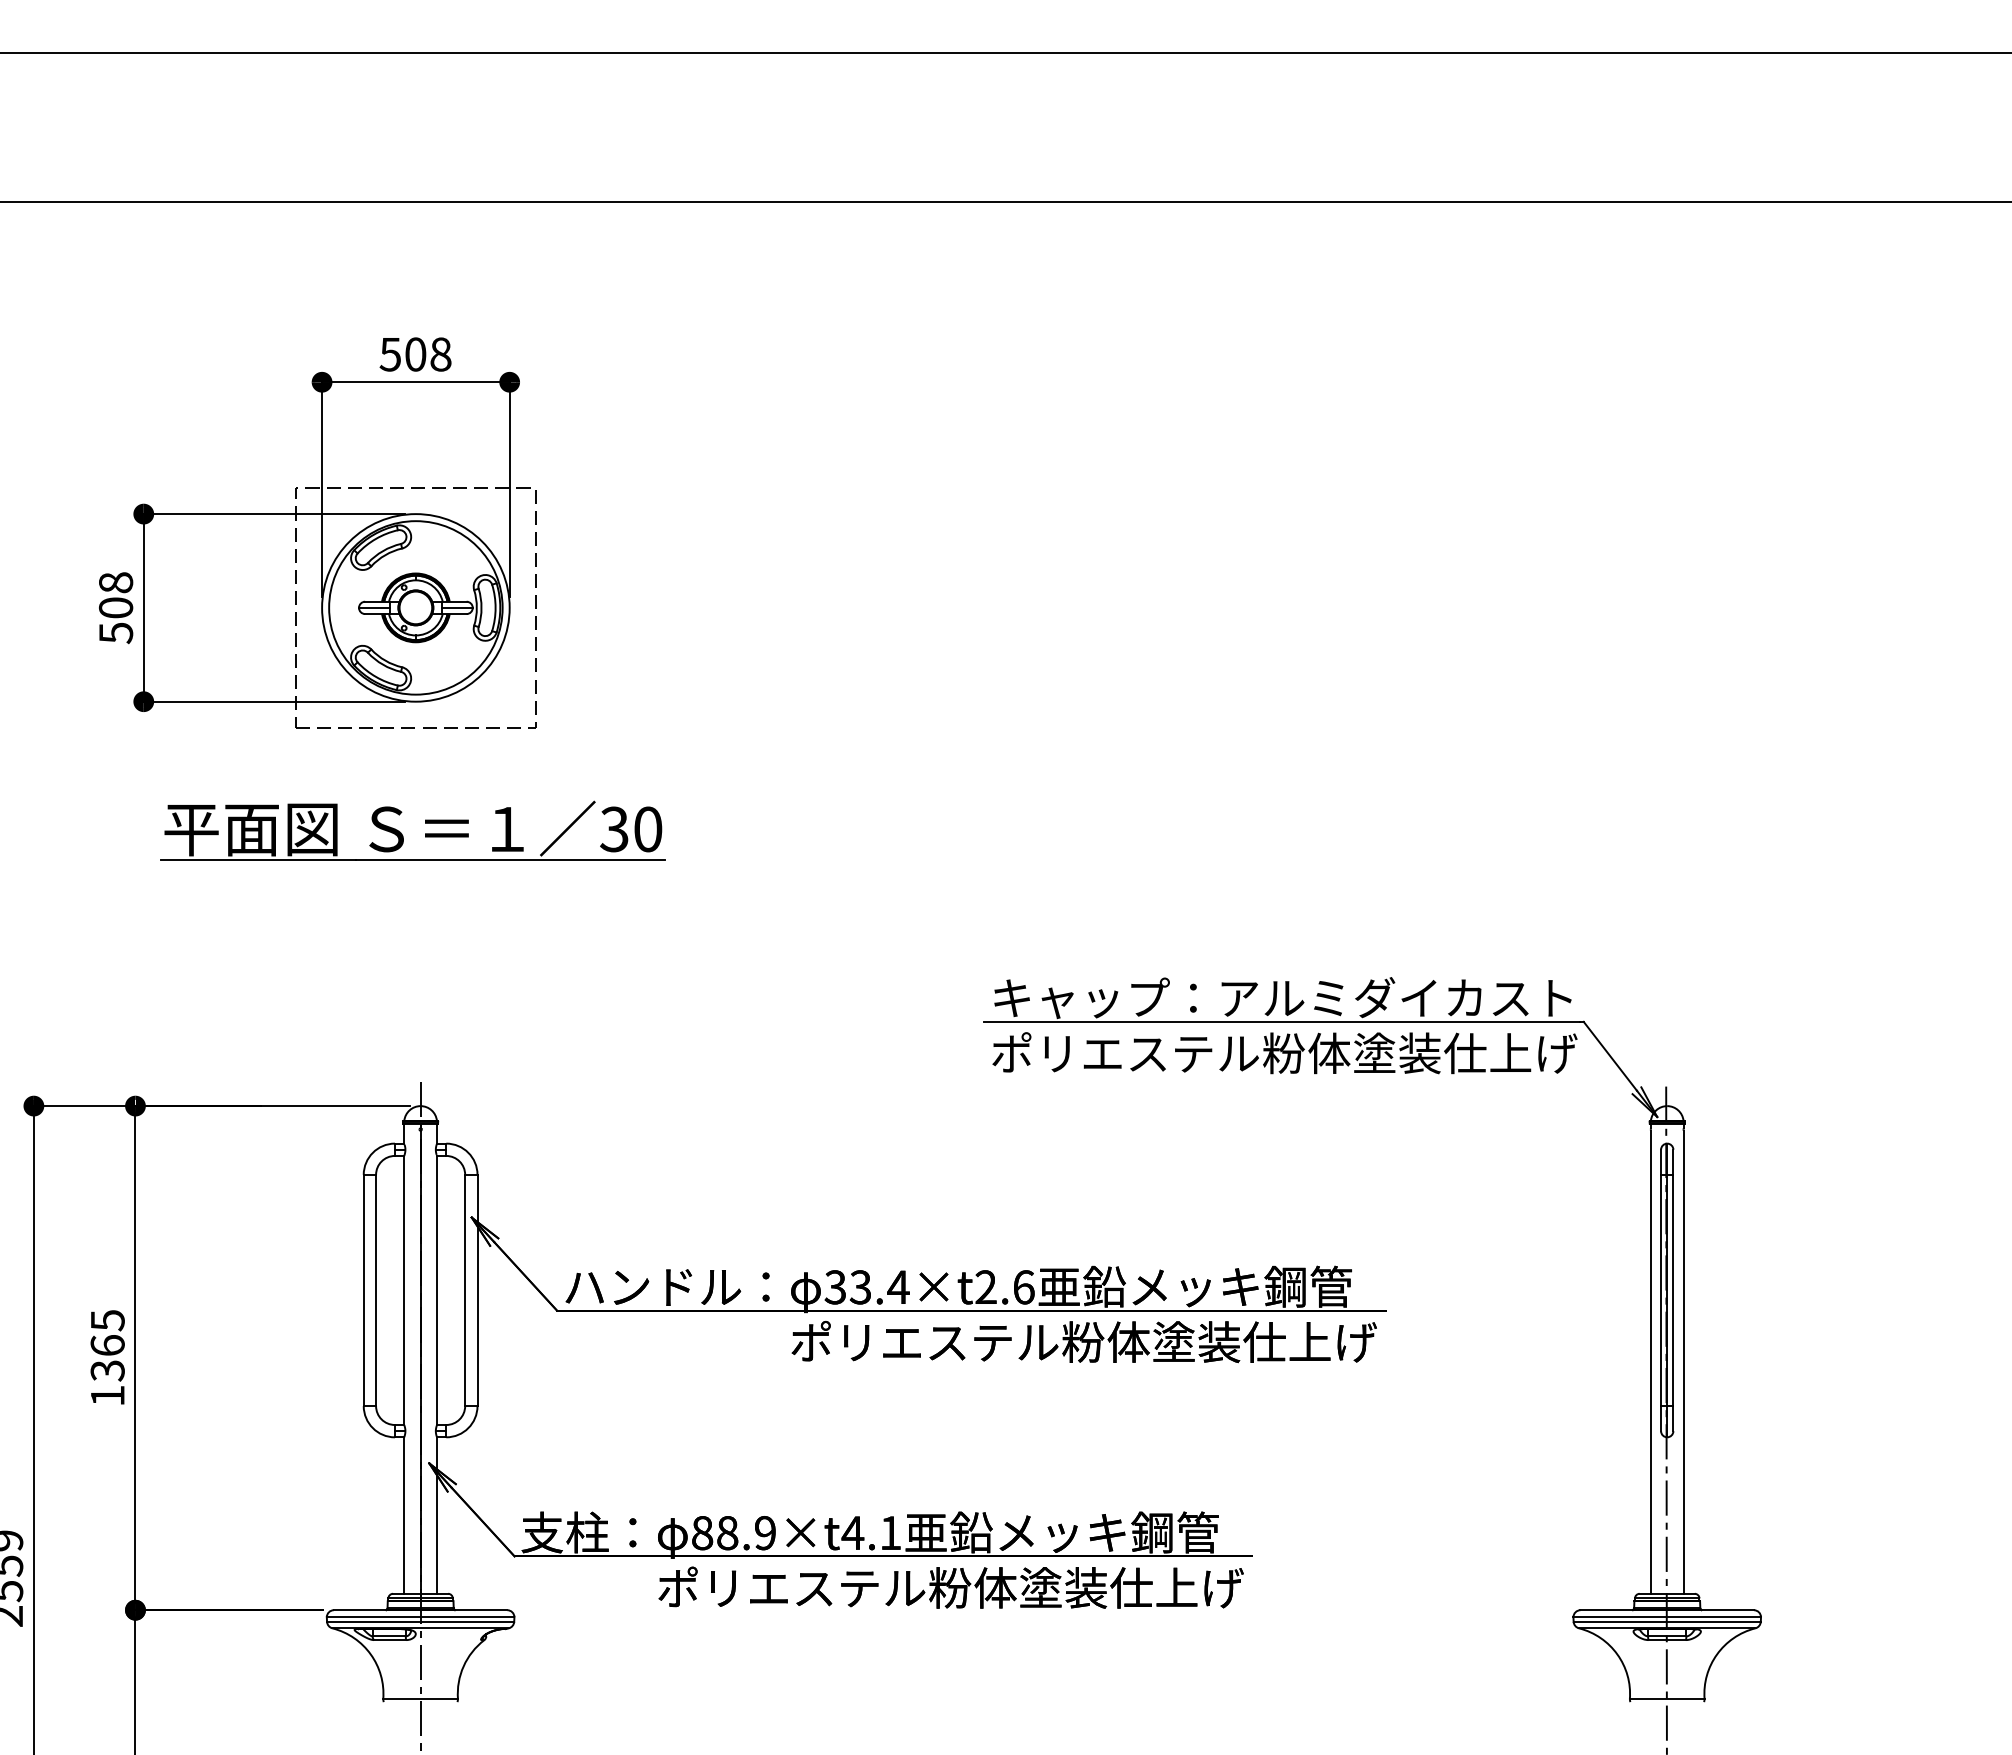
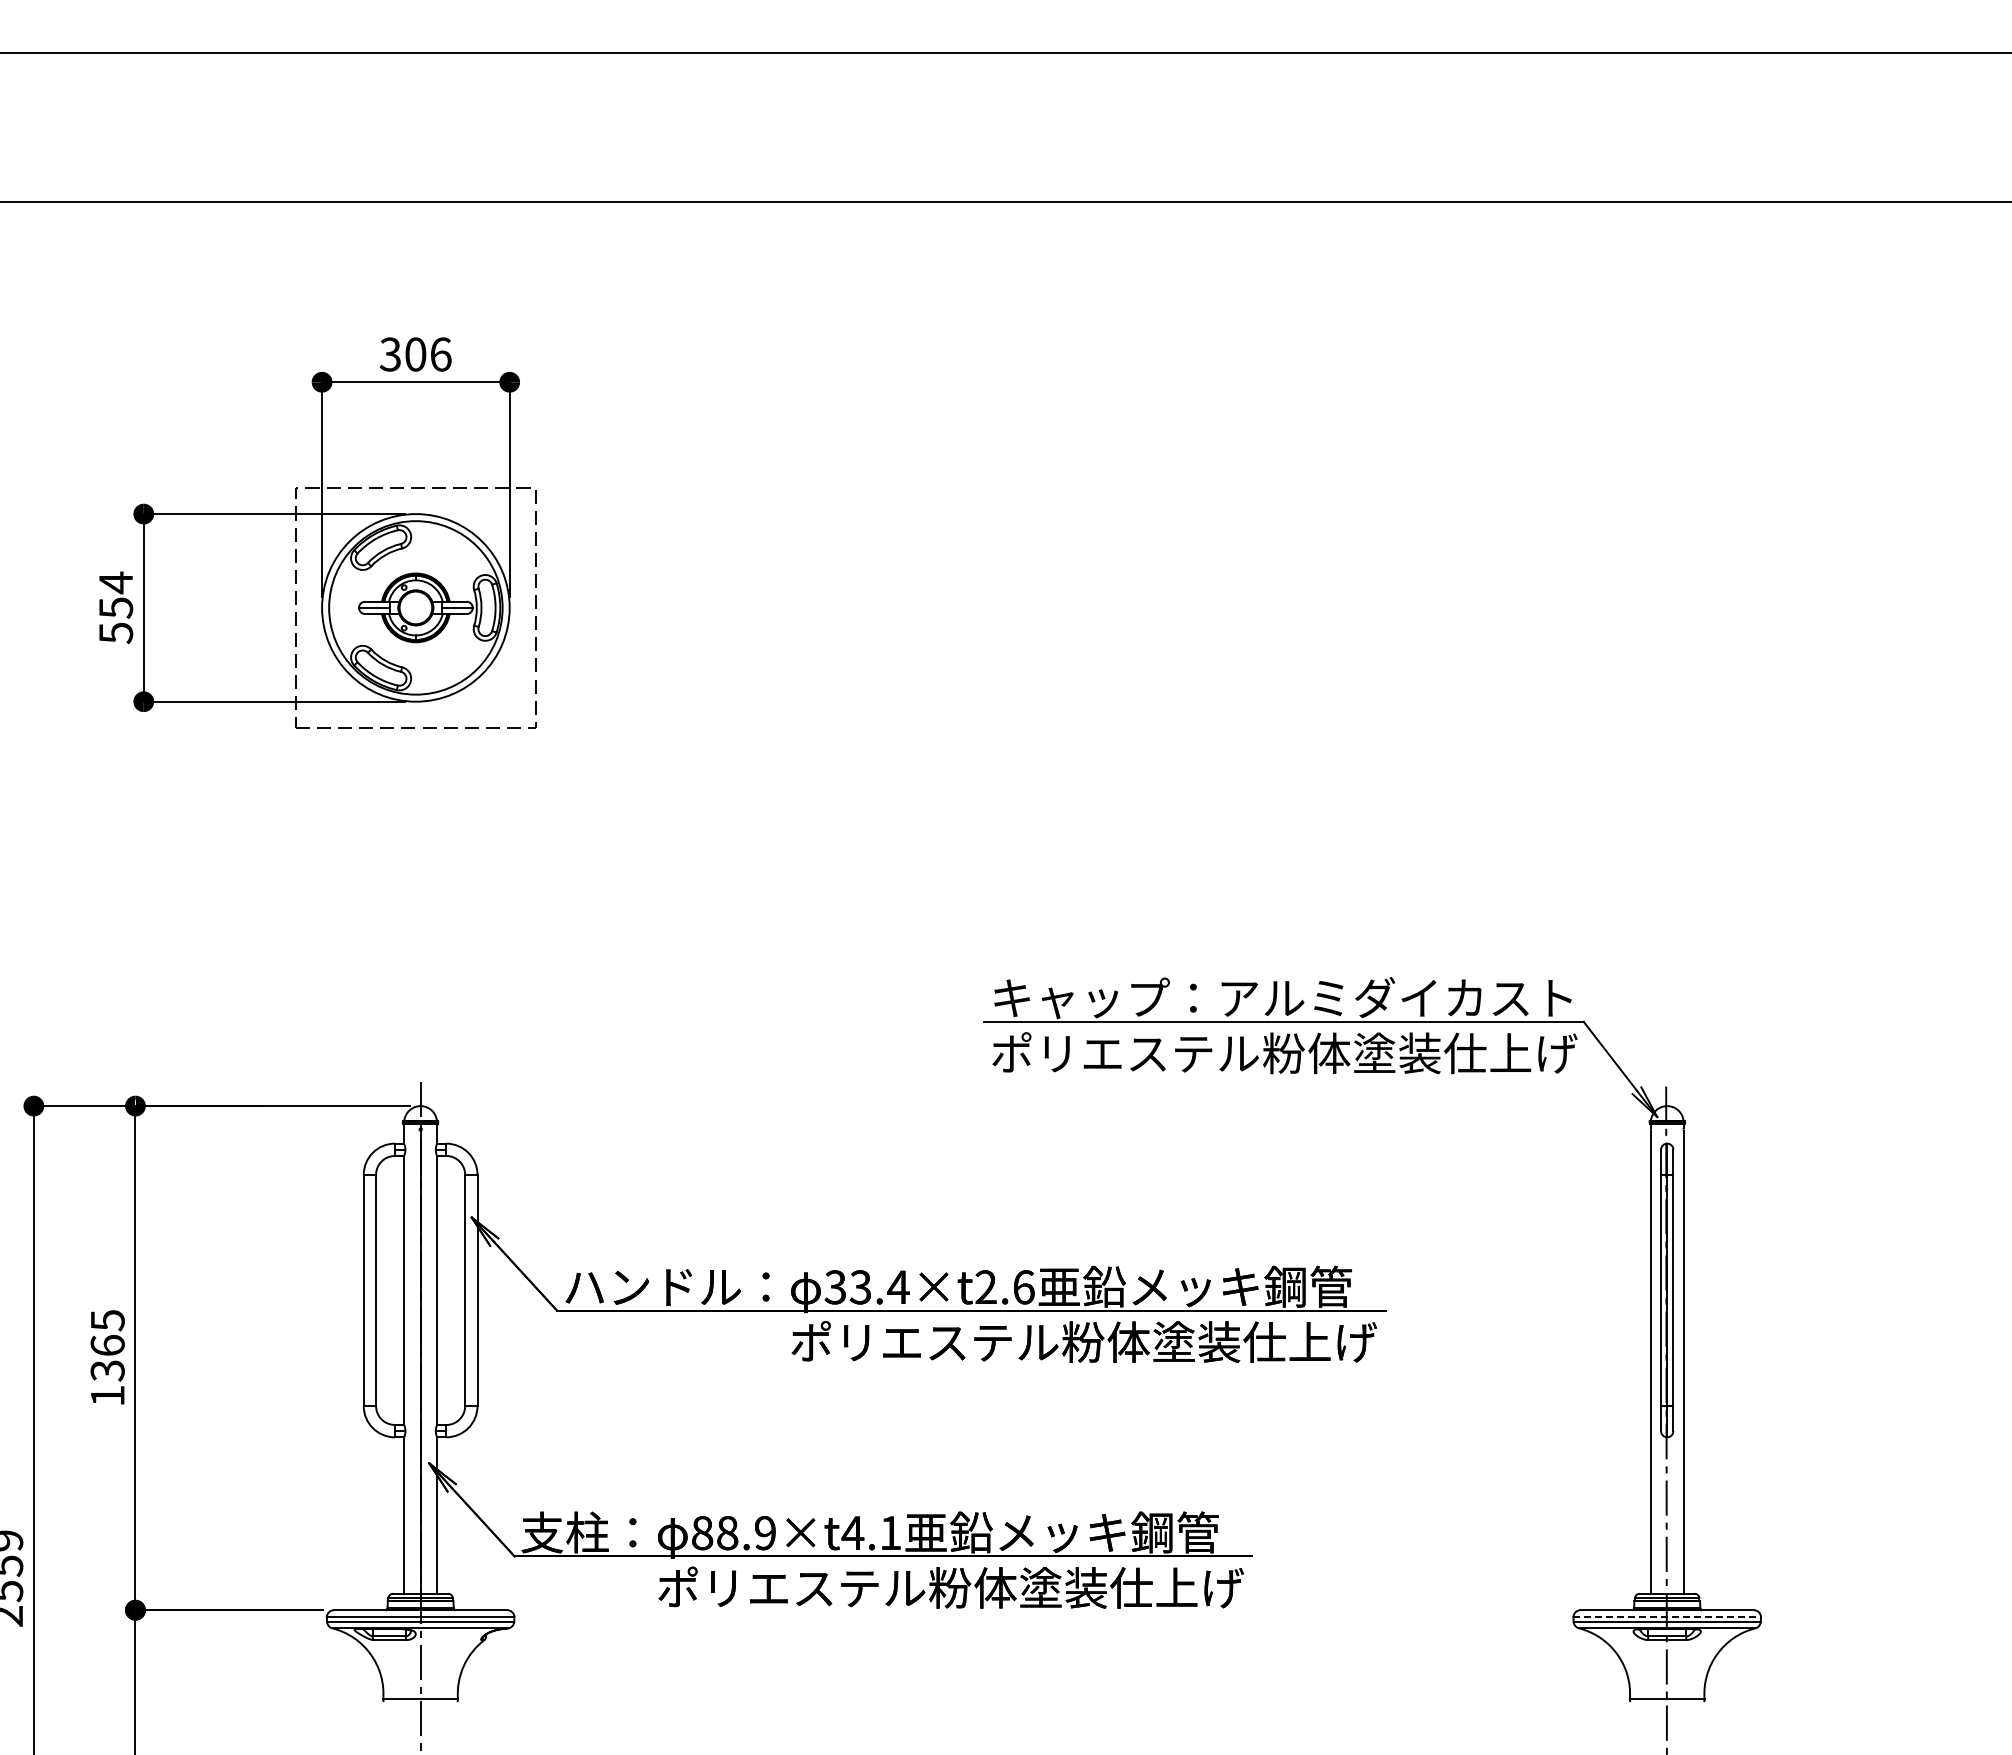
text at (415, 354): 508 -> 306
text at (115, 594): 508 -> 554
part at (403, 835): present -> none
line at (1667, 1617): solid -> dashed
